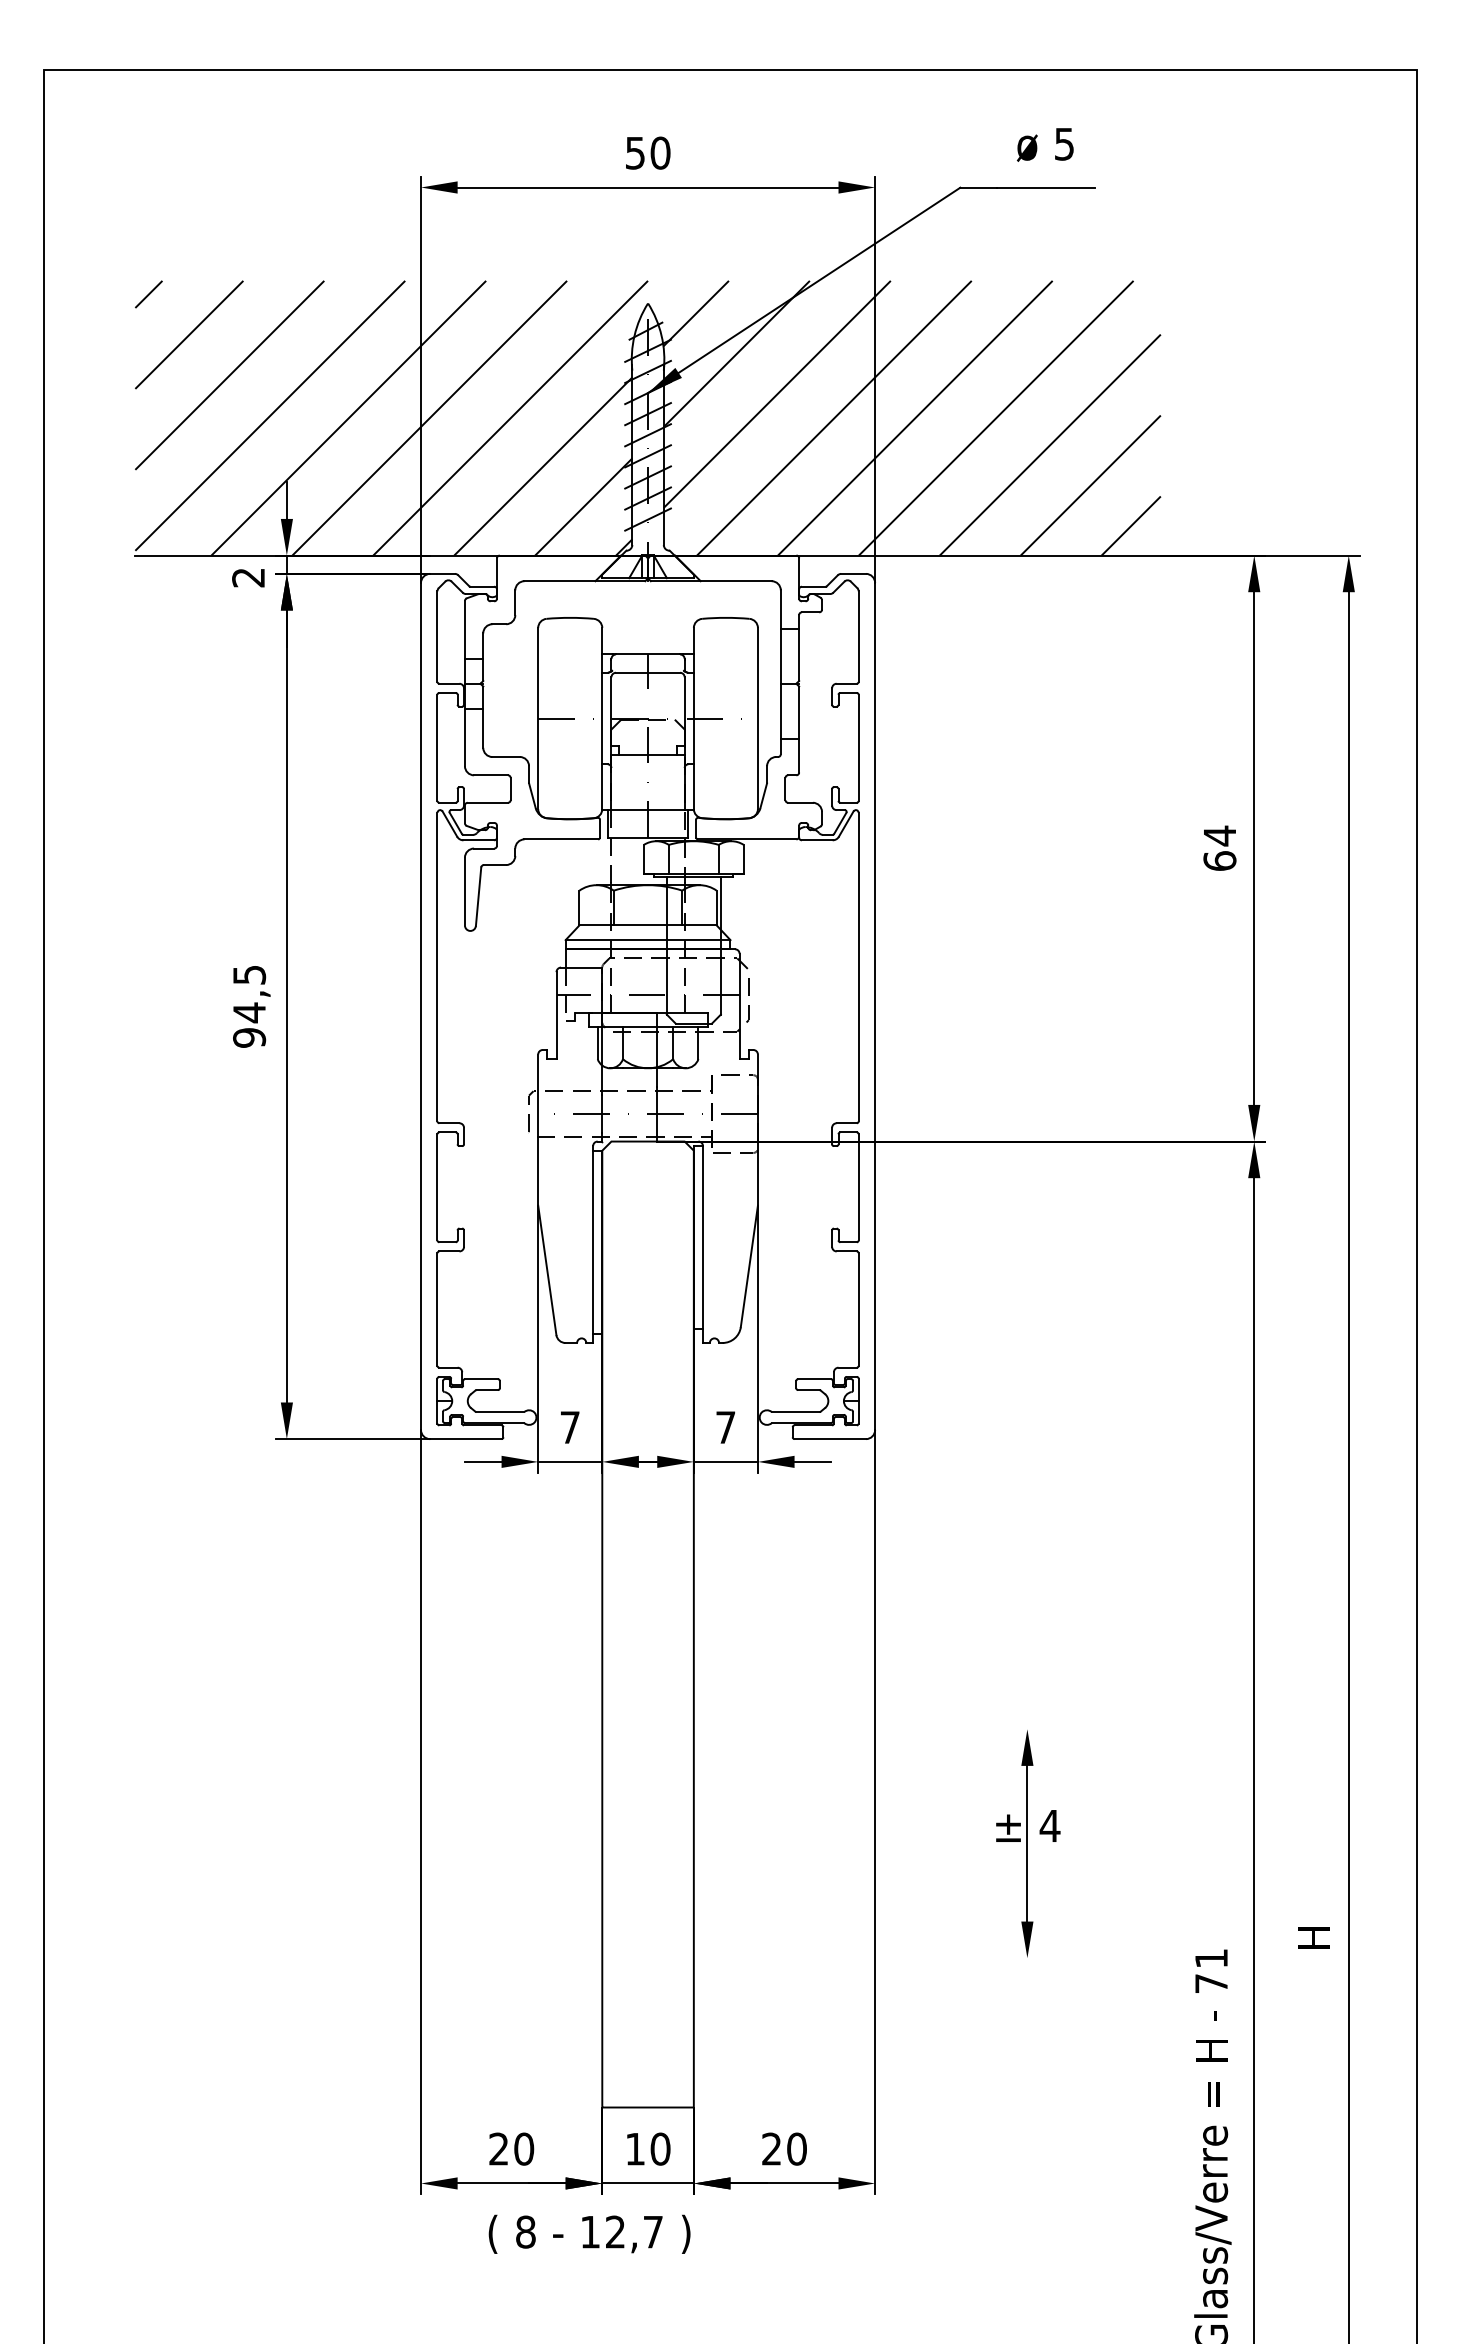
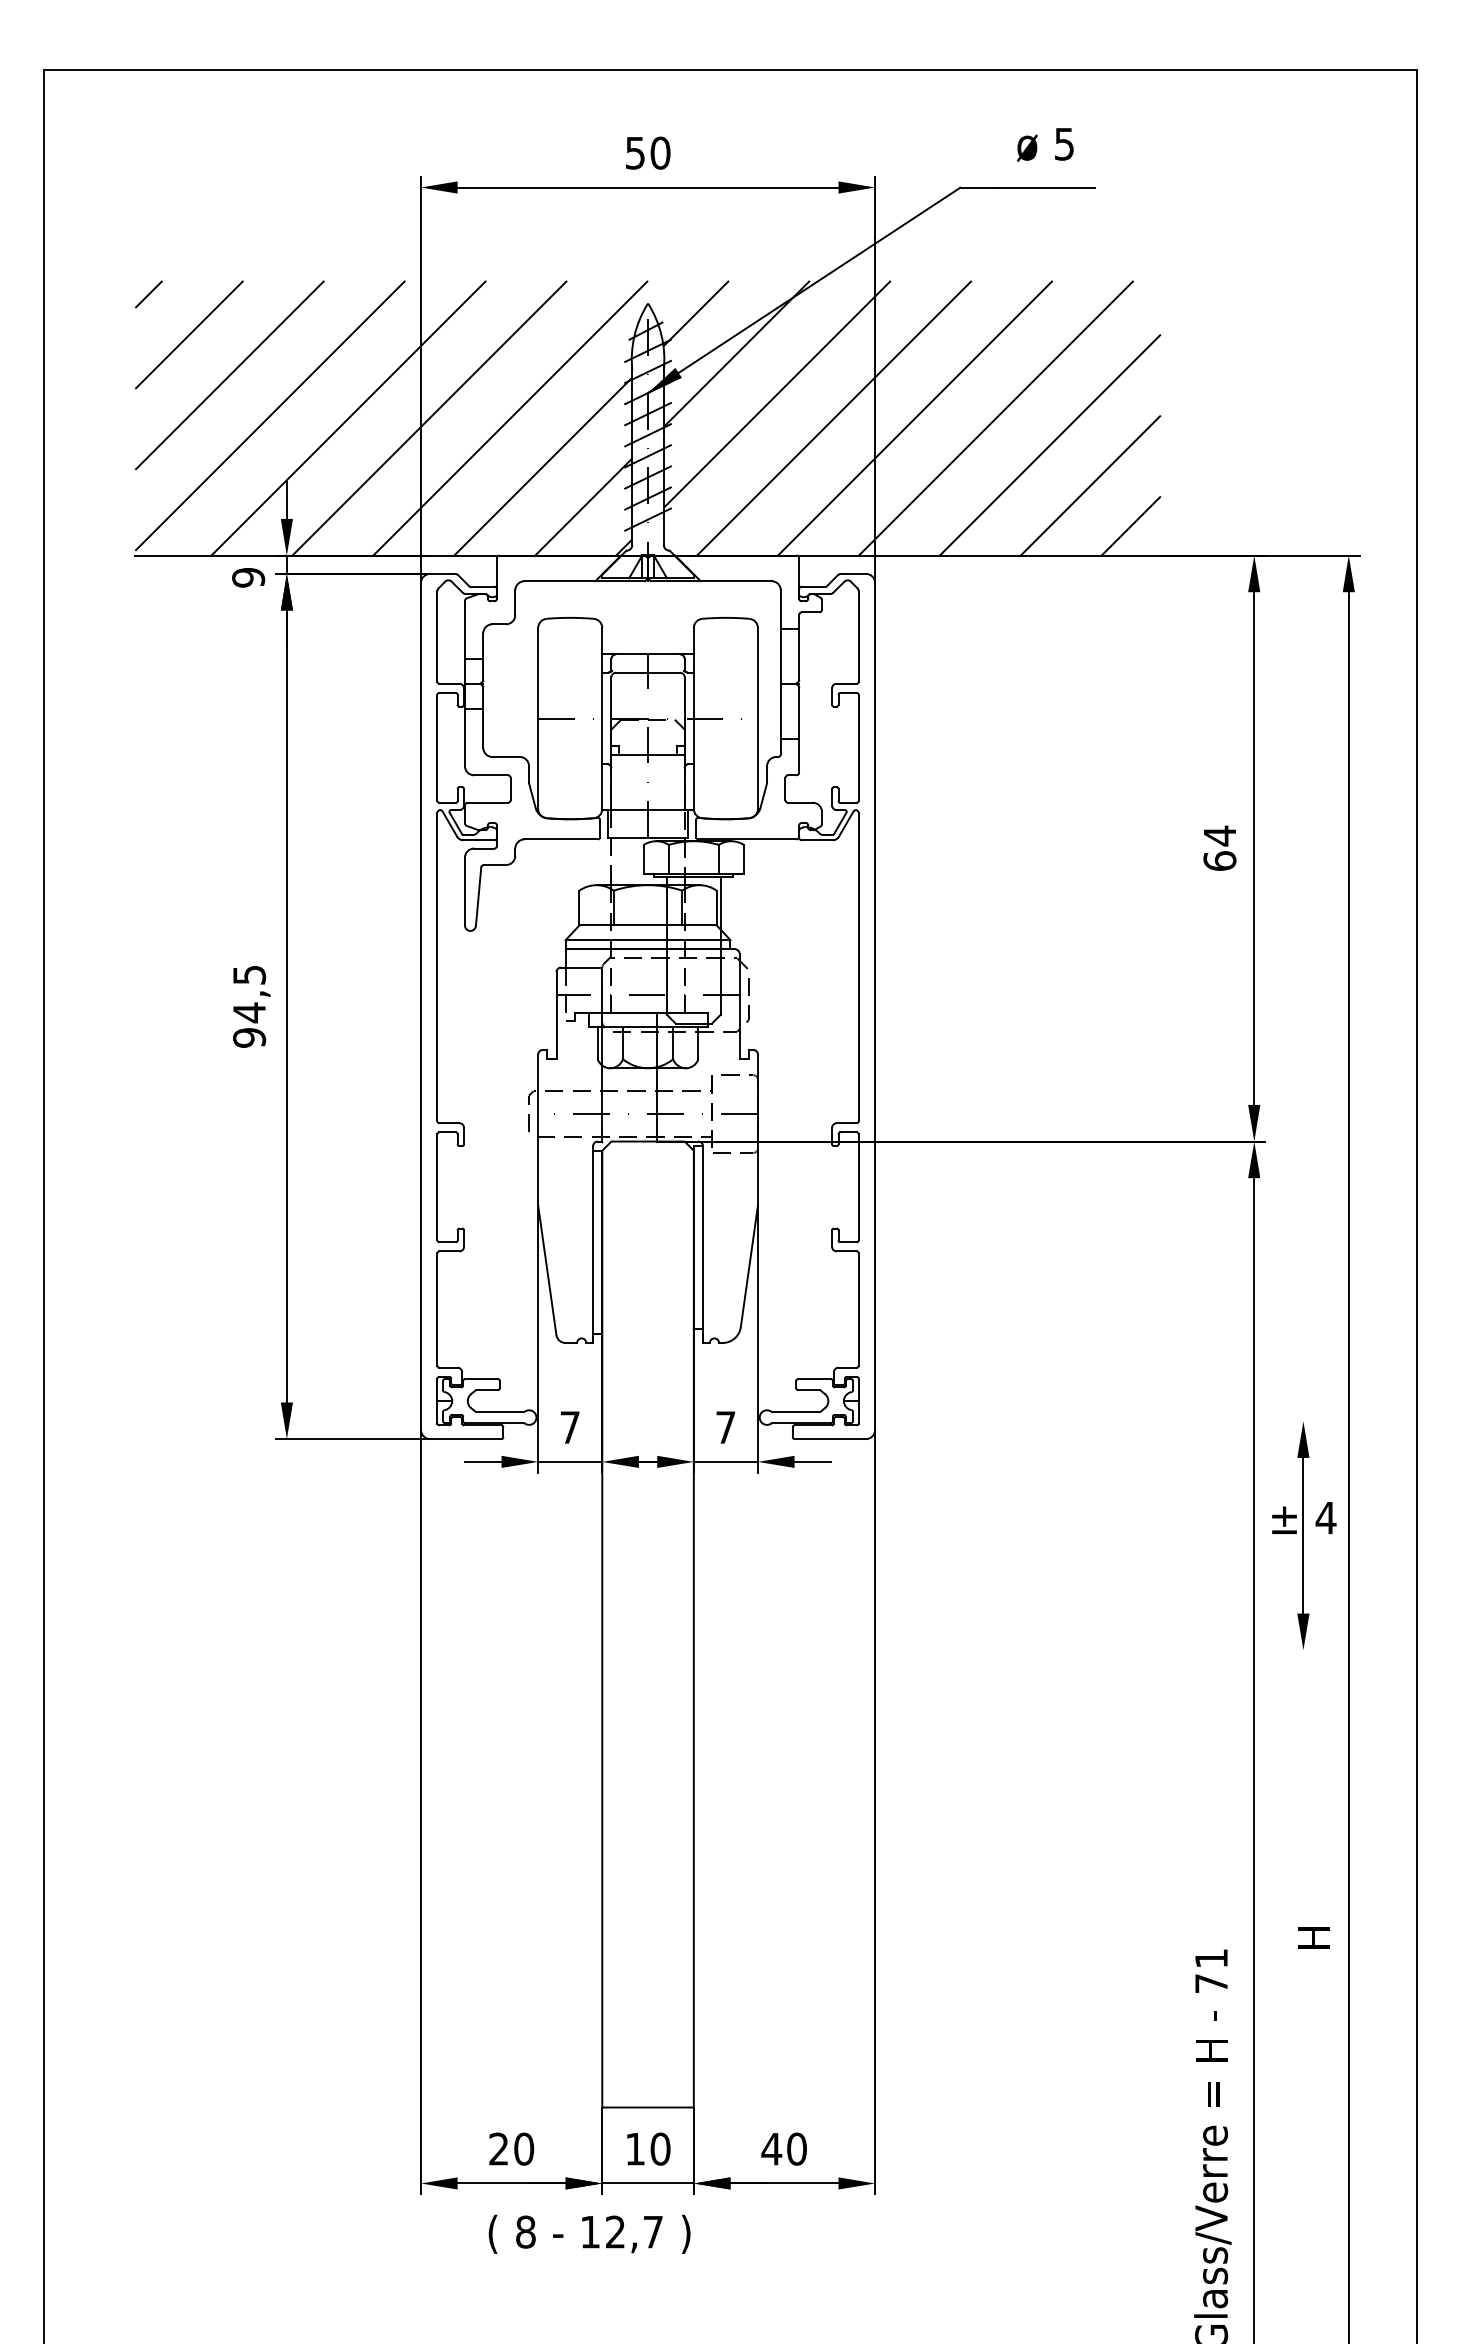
text at (248, 577): 2 -> 9
part at (1028, 1843) position: (1028, 1843) -> (1304, 1535)
text at (771, 2148): 20 -> 40
